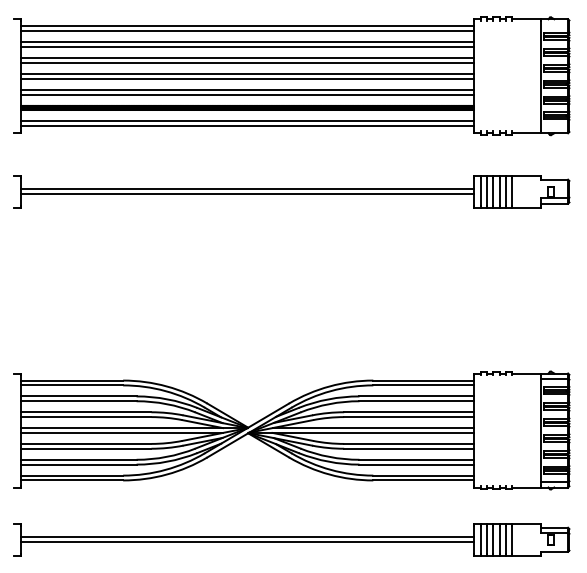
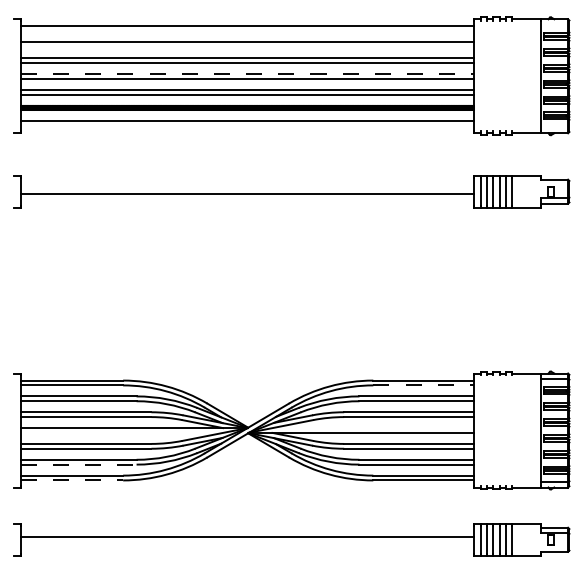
line at (247, 31): present -> none
line at (247, 47): present -> none
line at (247, 73): solid -> dashed
line at (247, 126): present -> none
line at (247, 189): present -> none
line at (423, 385): solid -> dashed
line at (373, 428): present -> none
line at (121, 432): present -> none
line at (78, 464): solid -> dashed
line at (72, 480): solid -> dashed
line at (247, 542): present -> none
